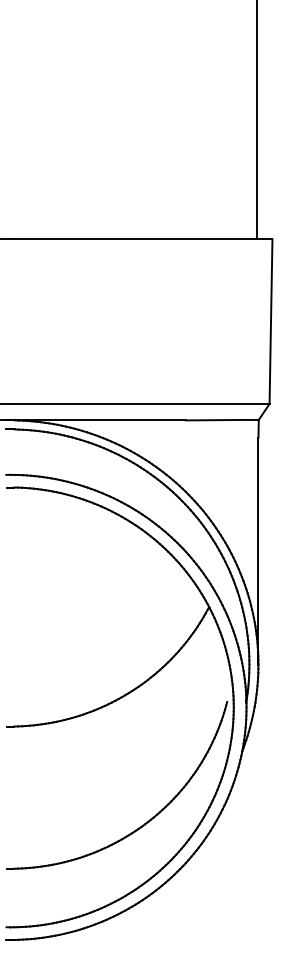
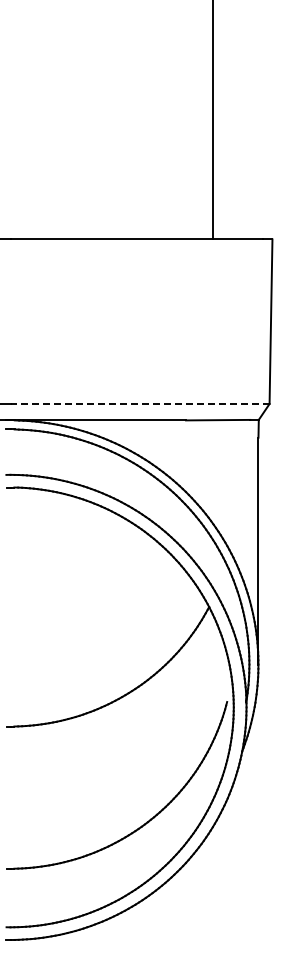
line at (257, 120) position: (257, 120) -> (213, 120)
line at (140, 403): solid -> dashed
